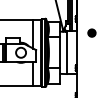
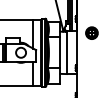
part at (91, 32) size: 10x10 px -> 14x14 px
